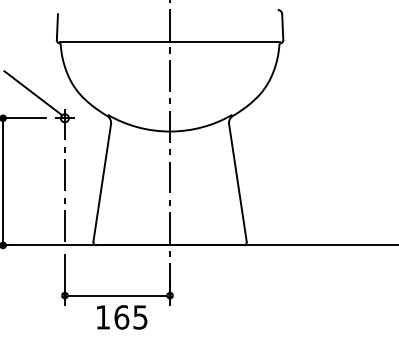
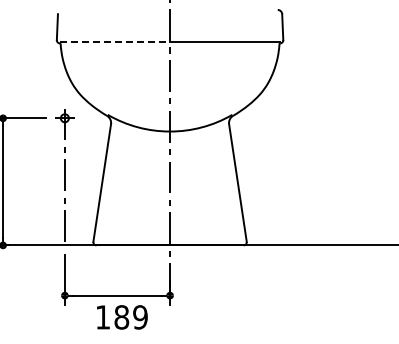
line at (115, 42): solid -> dashed
line at (33, 93): present -> none
text at (130, 317): 165 -> 189
